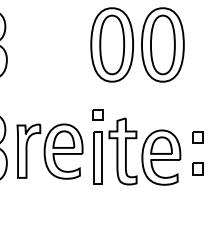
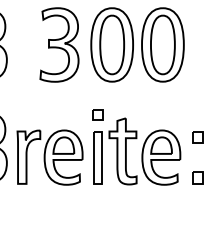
part at (59, 44): none -> present
part at (49, 151) position: (49, 151) -> (49, 157)
part at (197, 168) position: (197, 168) -> (197, 177)
